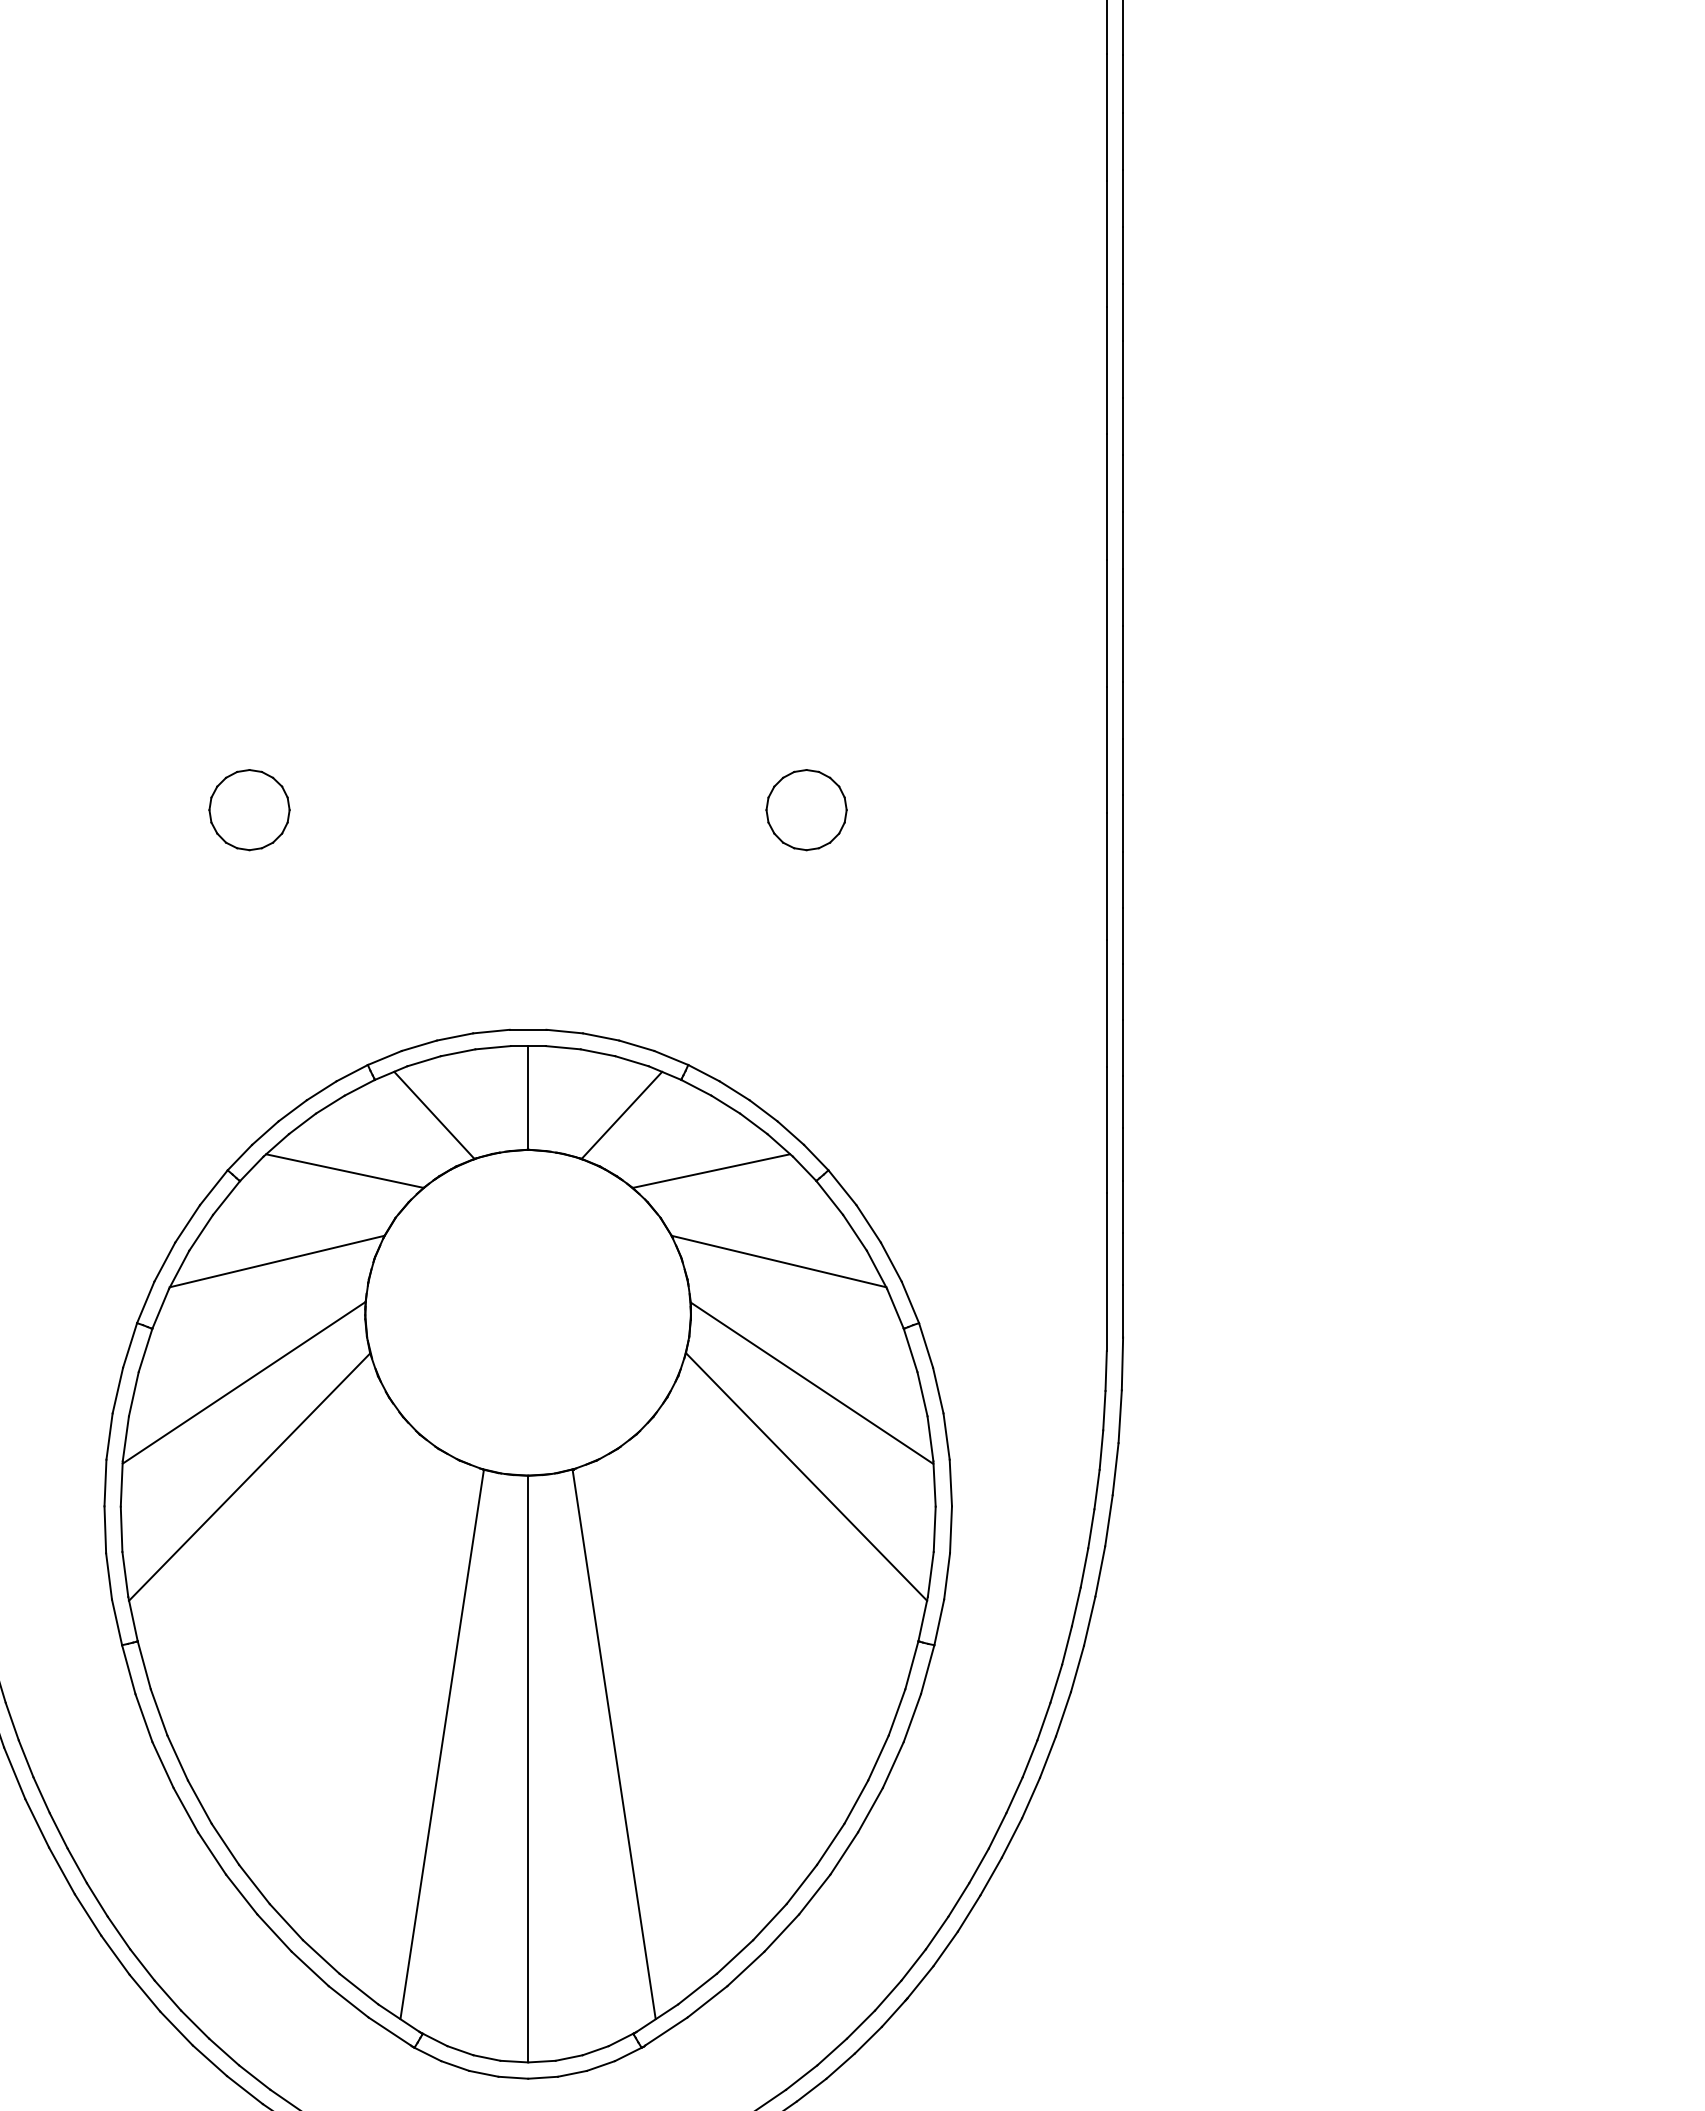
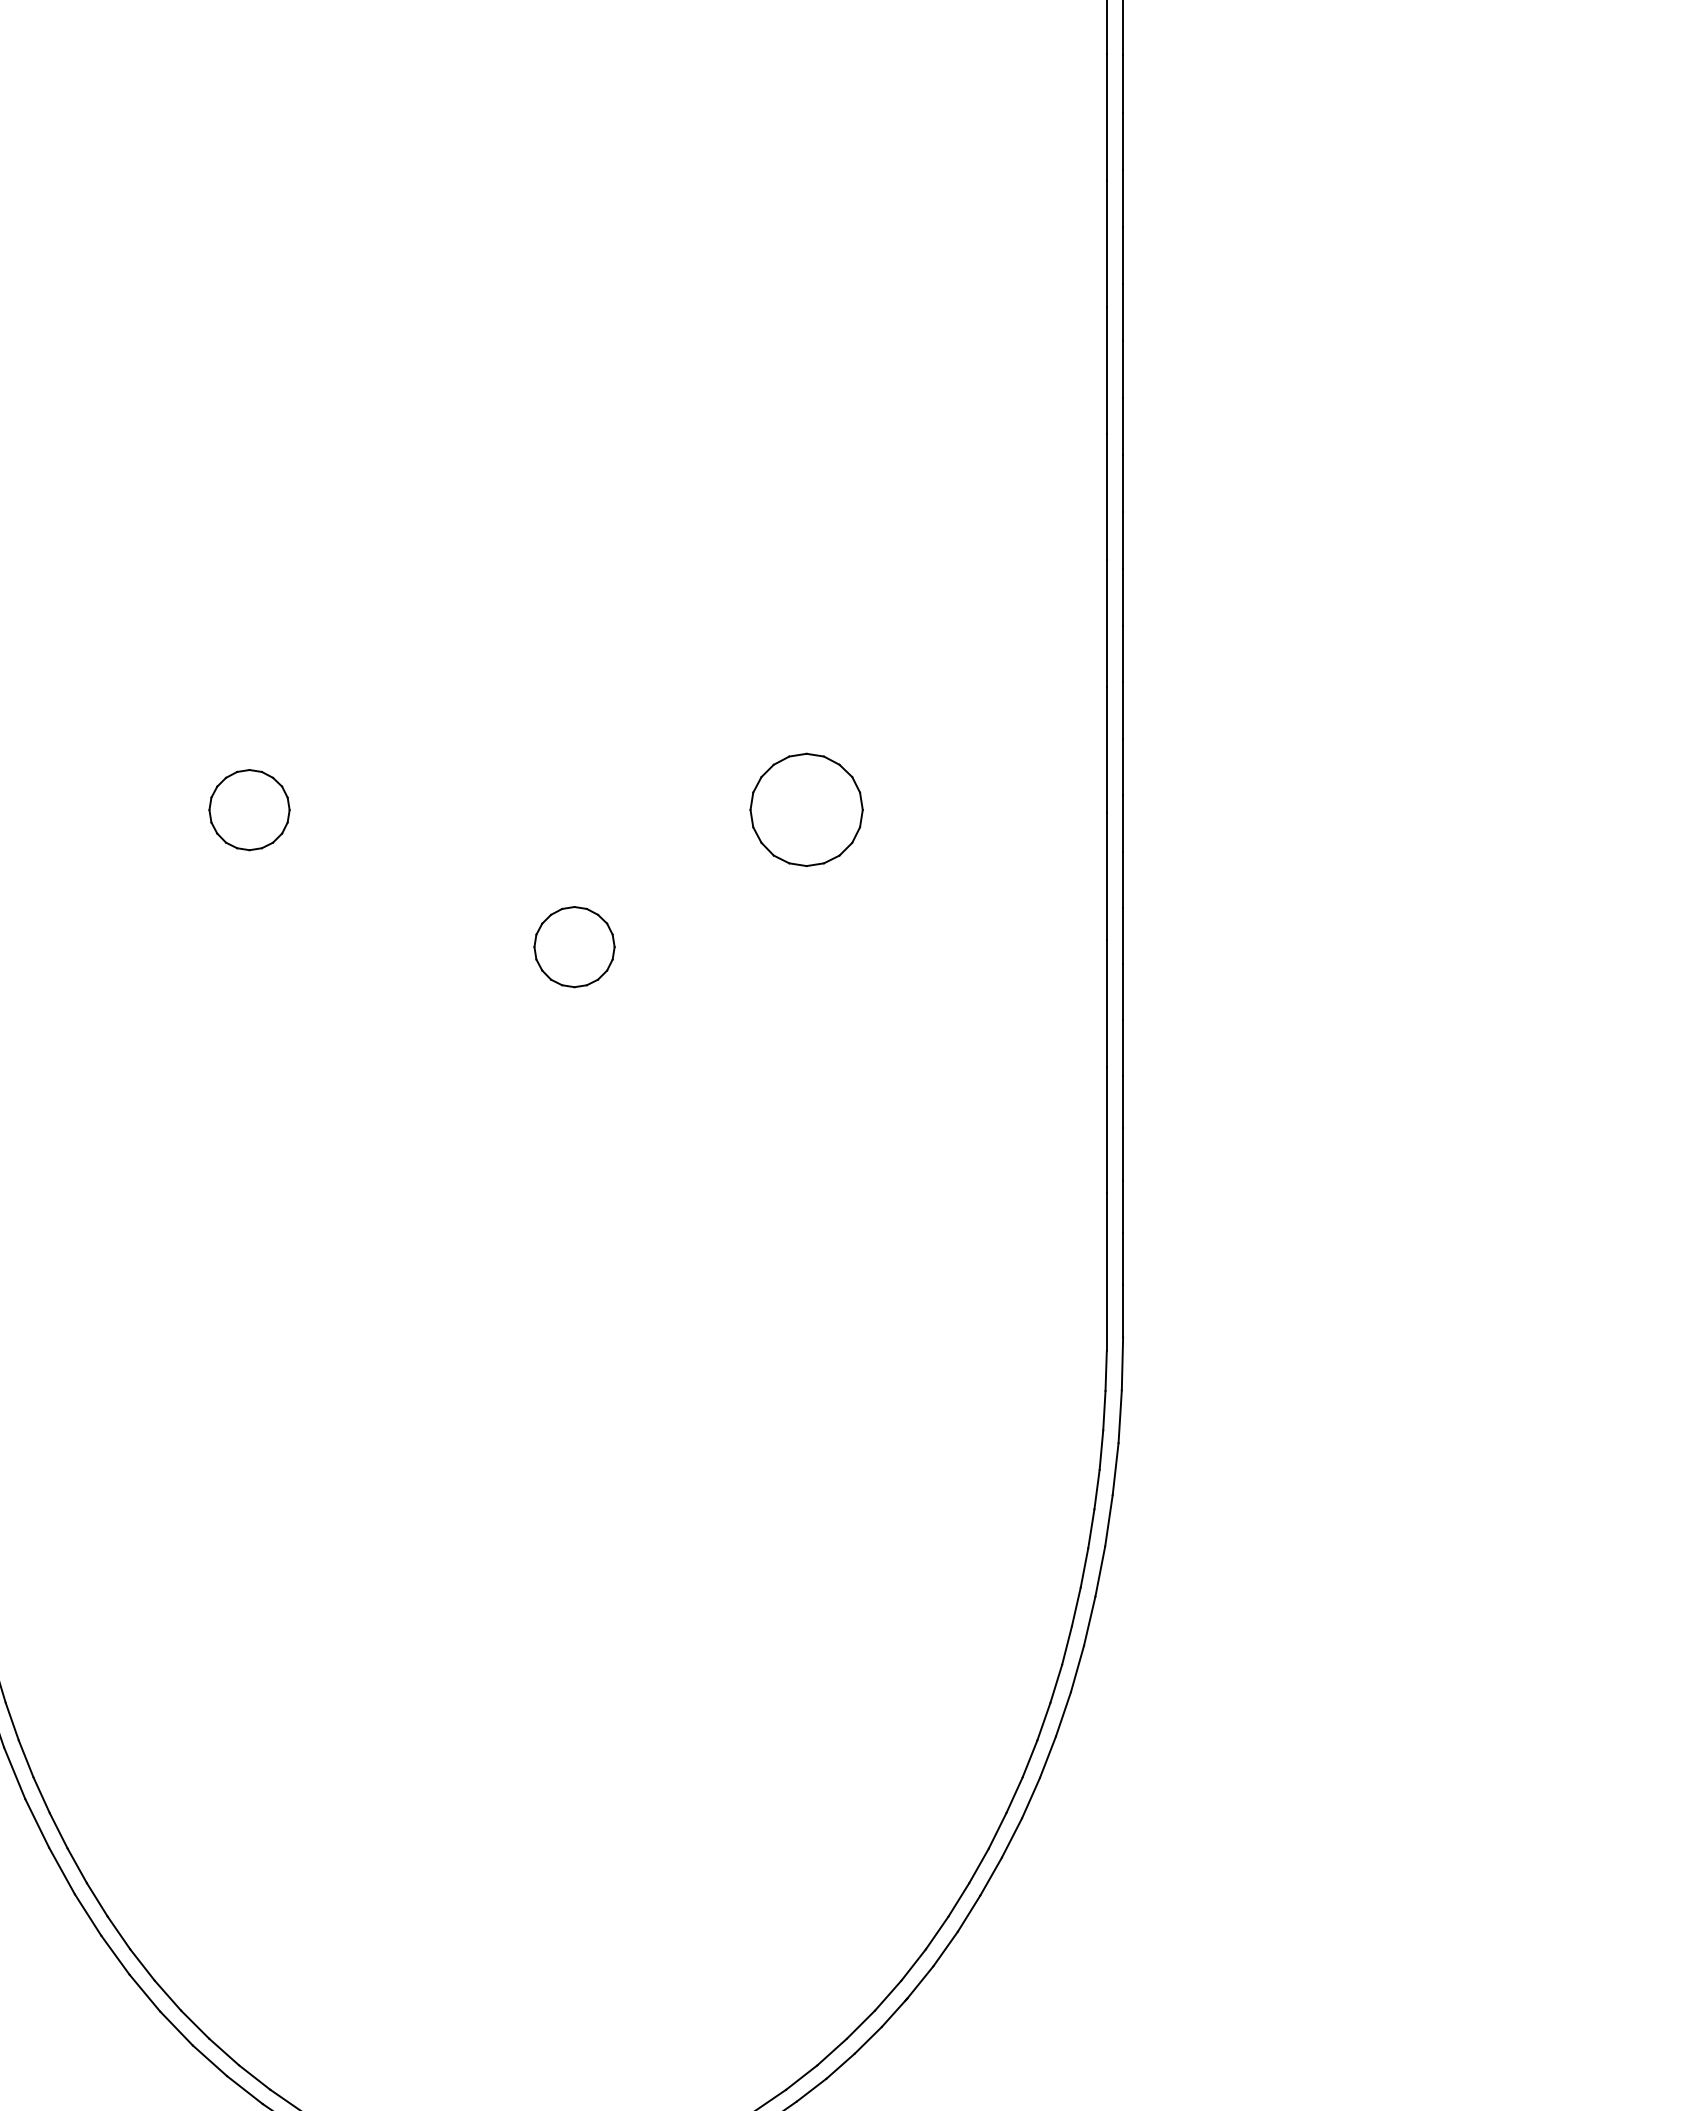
part at (806, 810) size: 83x83 px -> 115x115 px
part at (574, 947): none -> present
part at (527, 1553): present -> none
